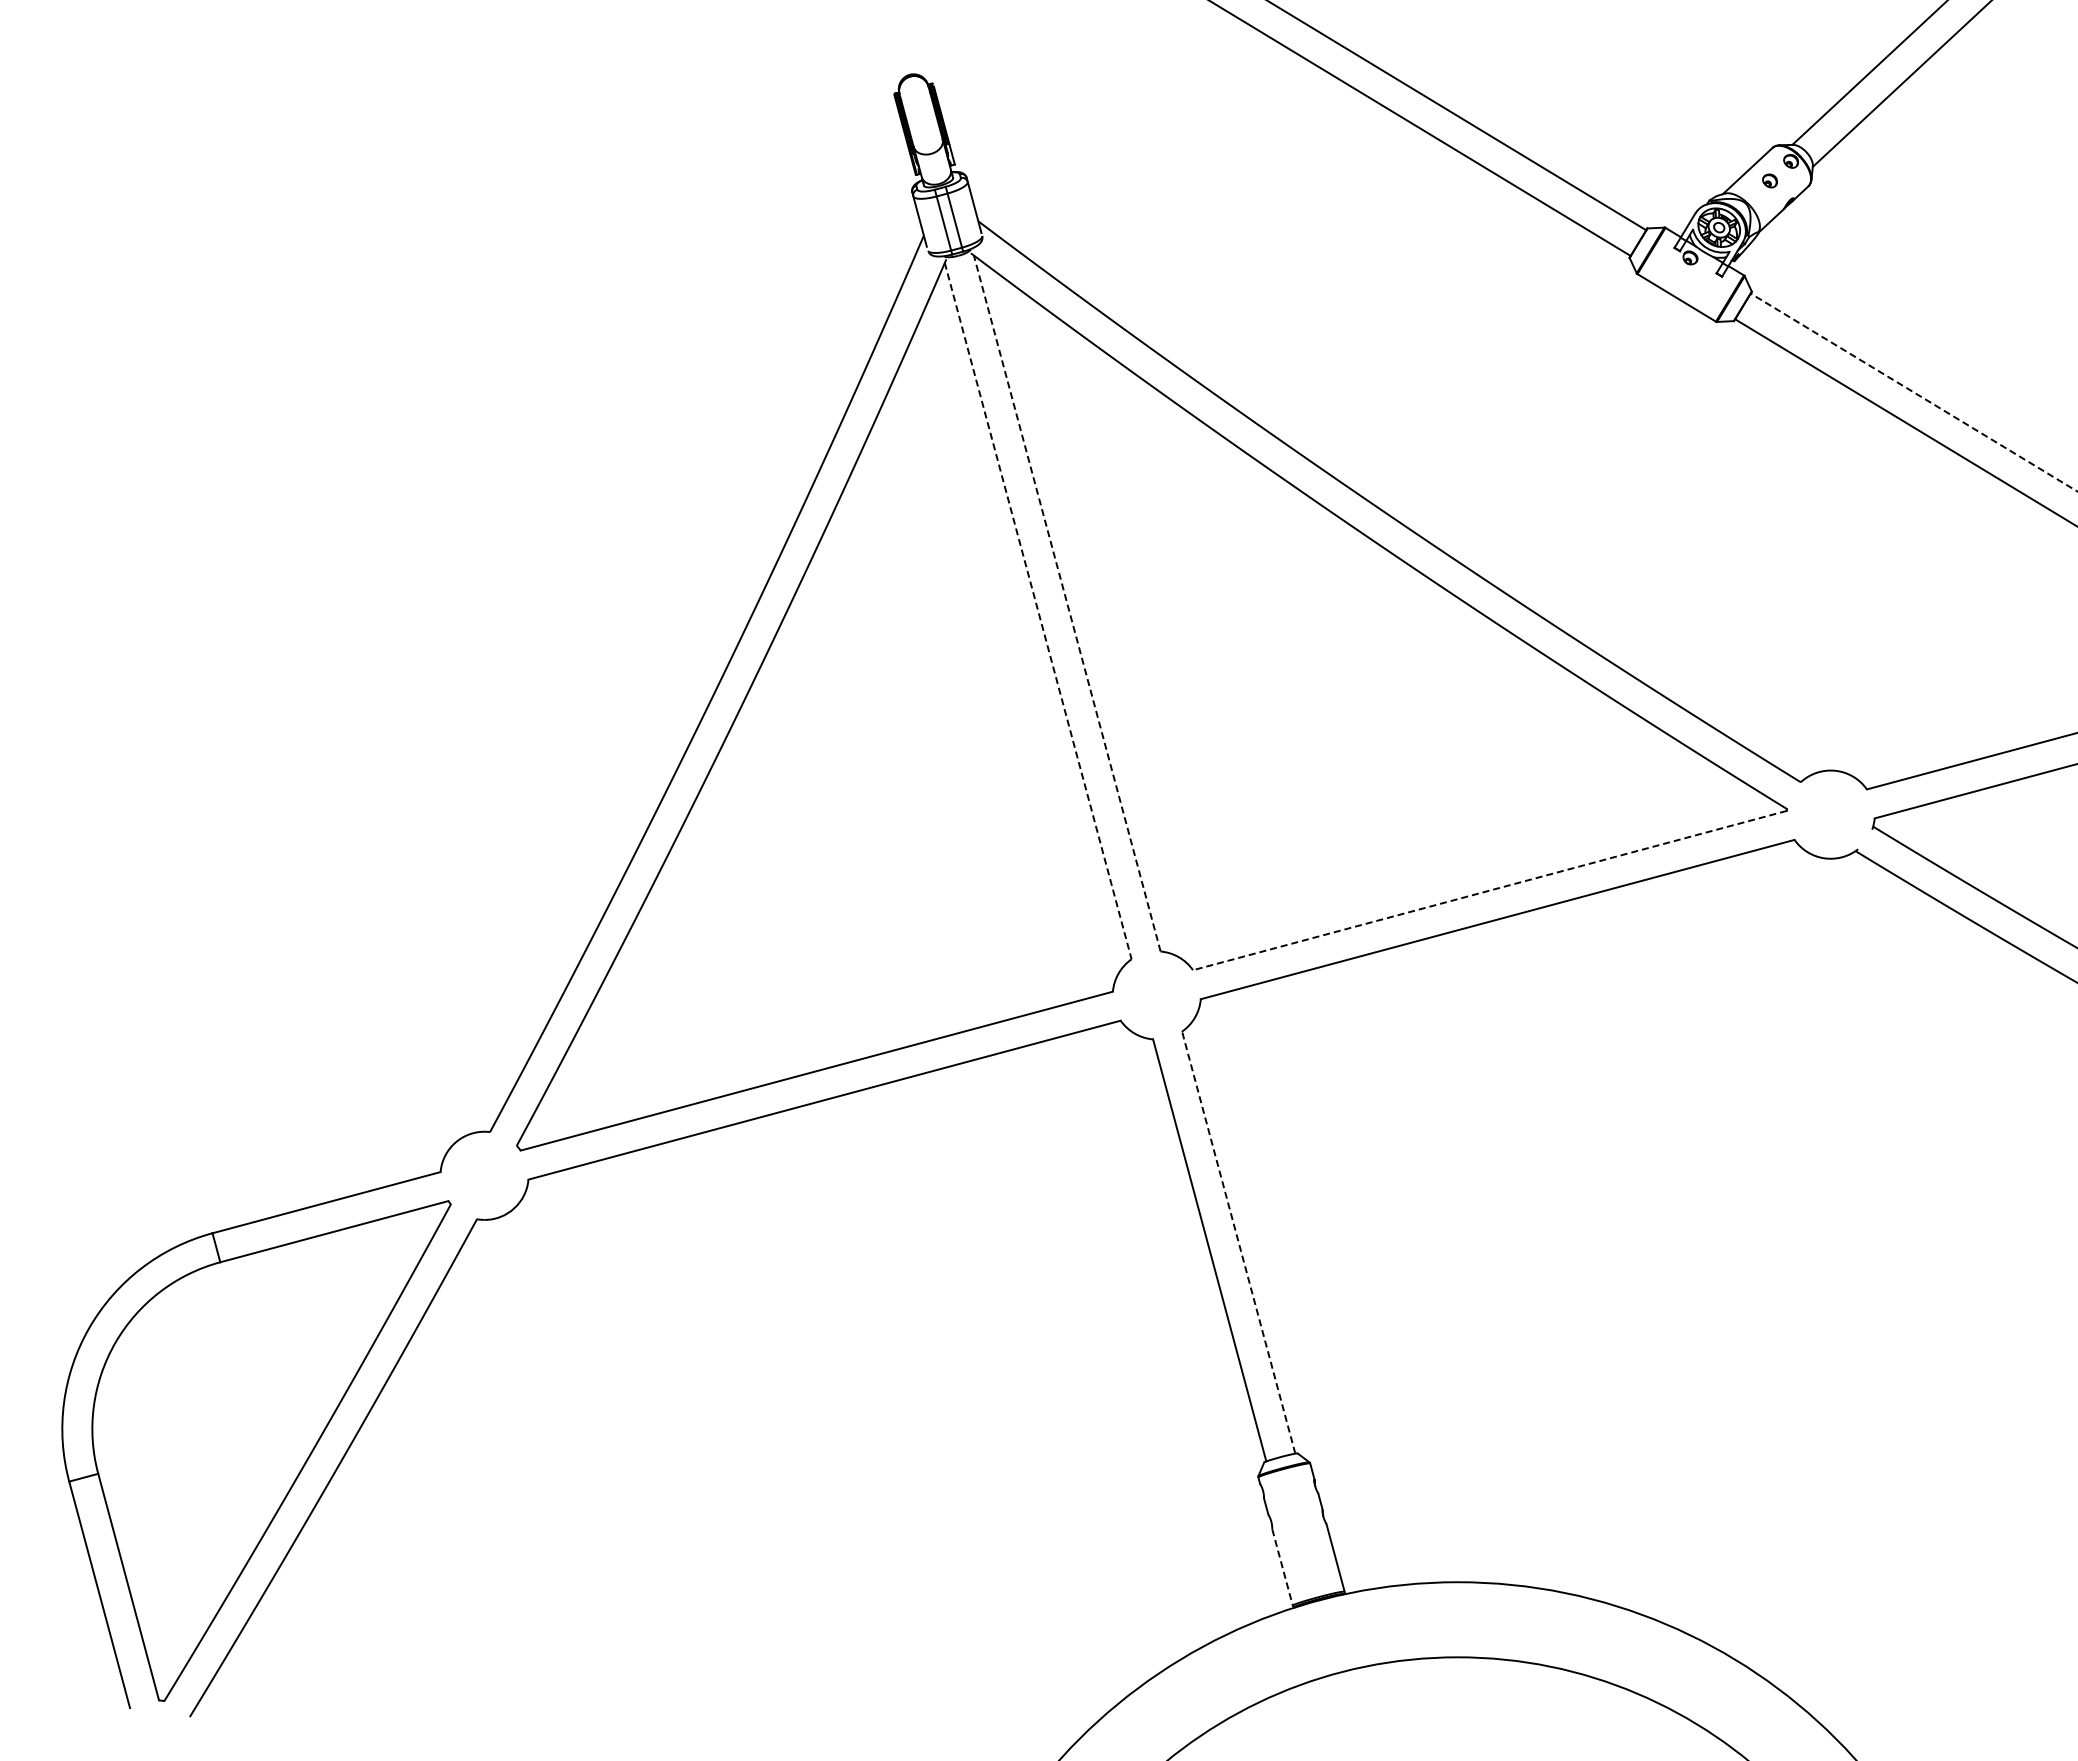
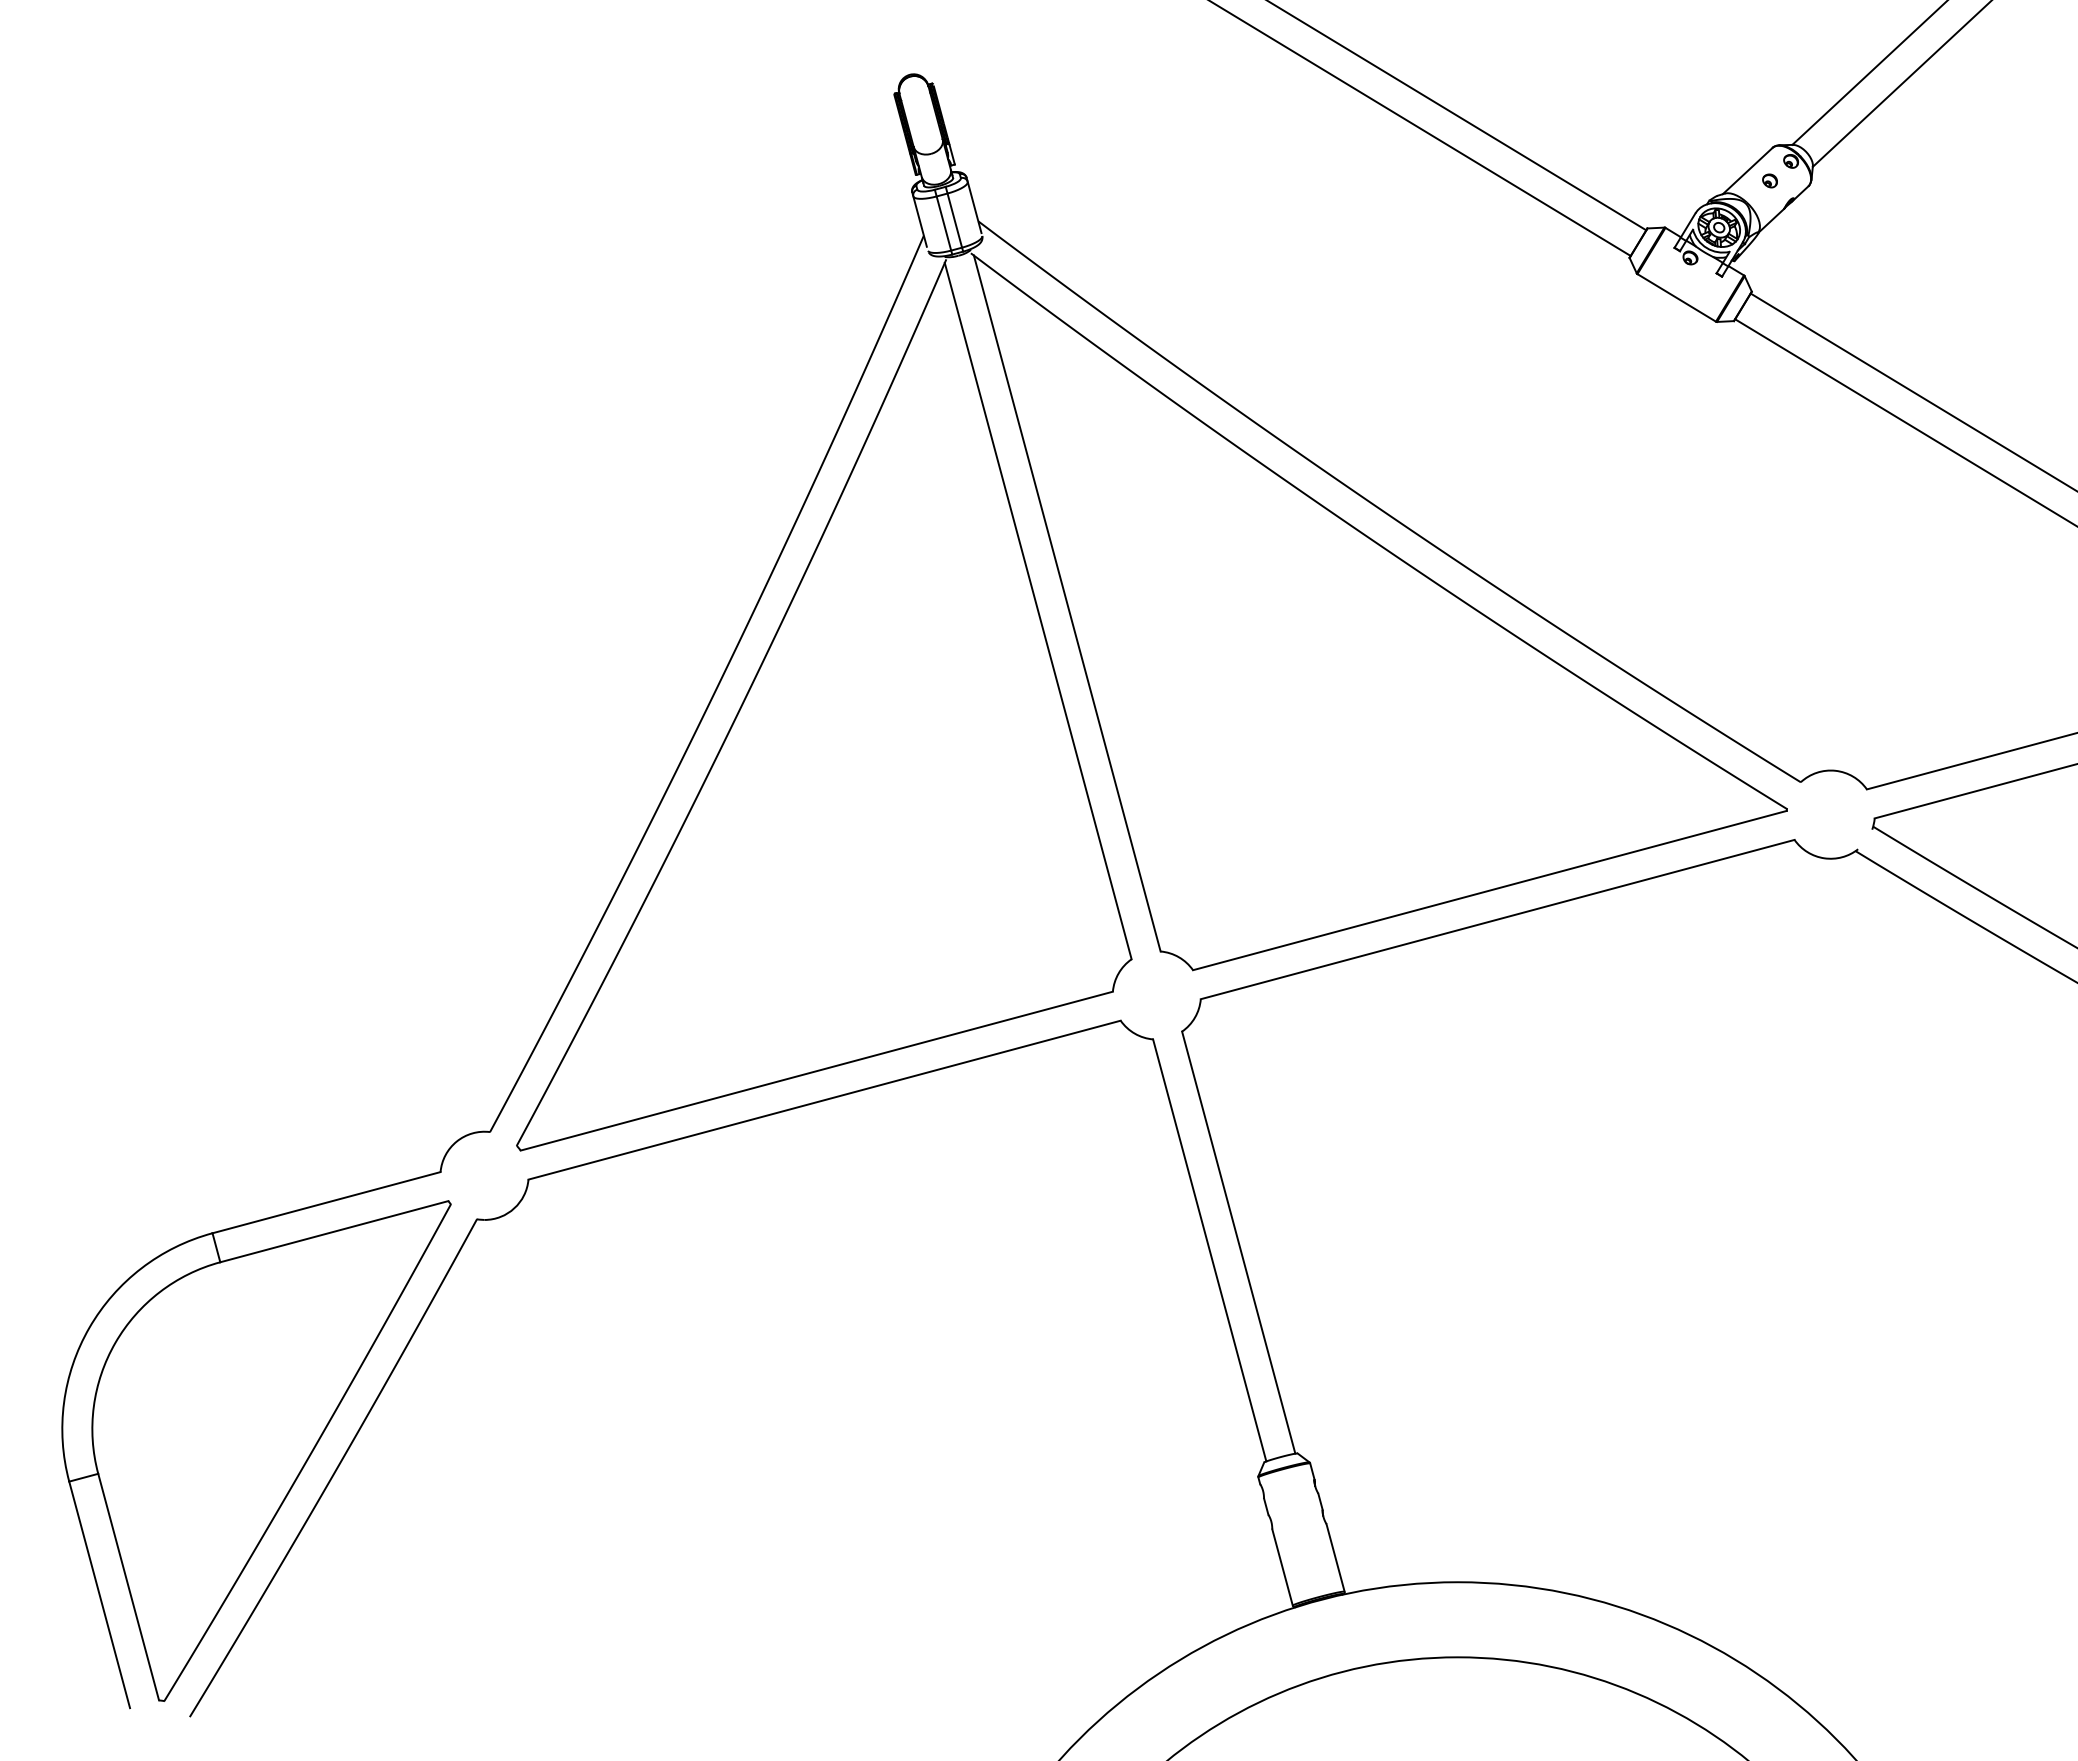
line at (1914, 392): dashed -> solid
line at (1067, 602): dashed -> solid
line at (1038, 611): dashed -> solid
line at (1489, 890): dashed -> solid
line at (1238, 1242): dashed -> solid
line at (1282, 1568): dashed -> solid
